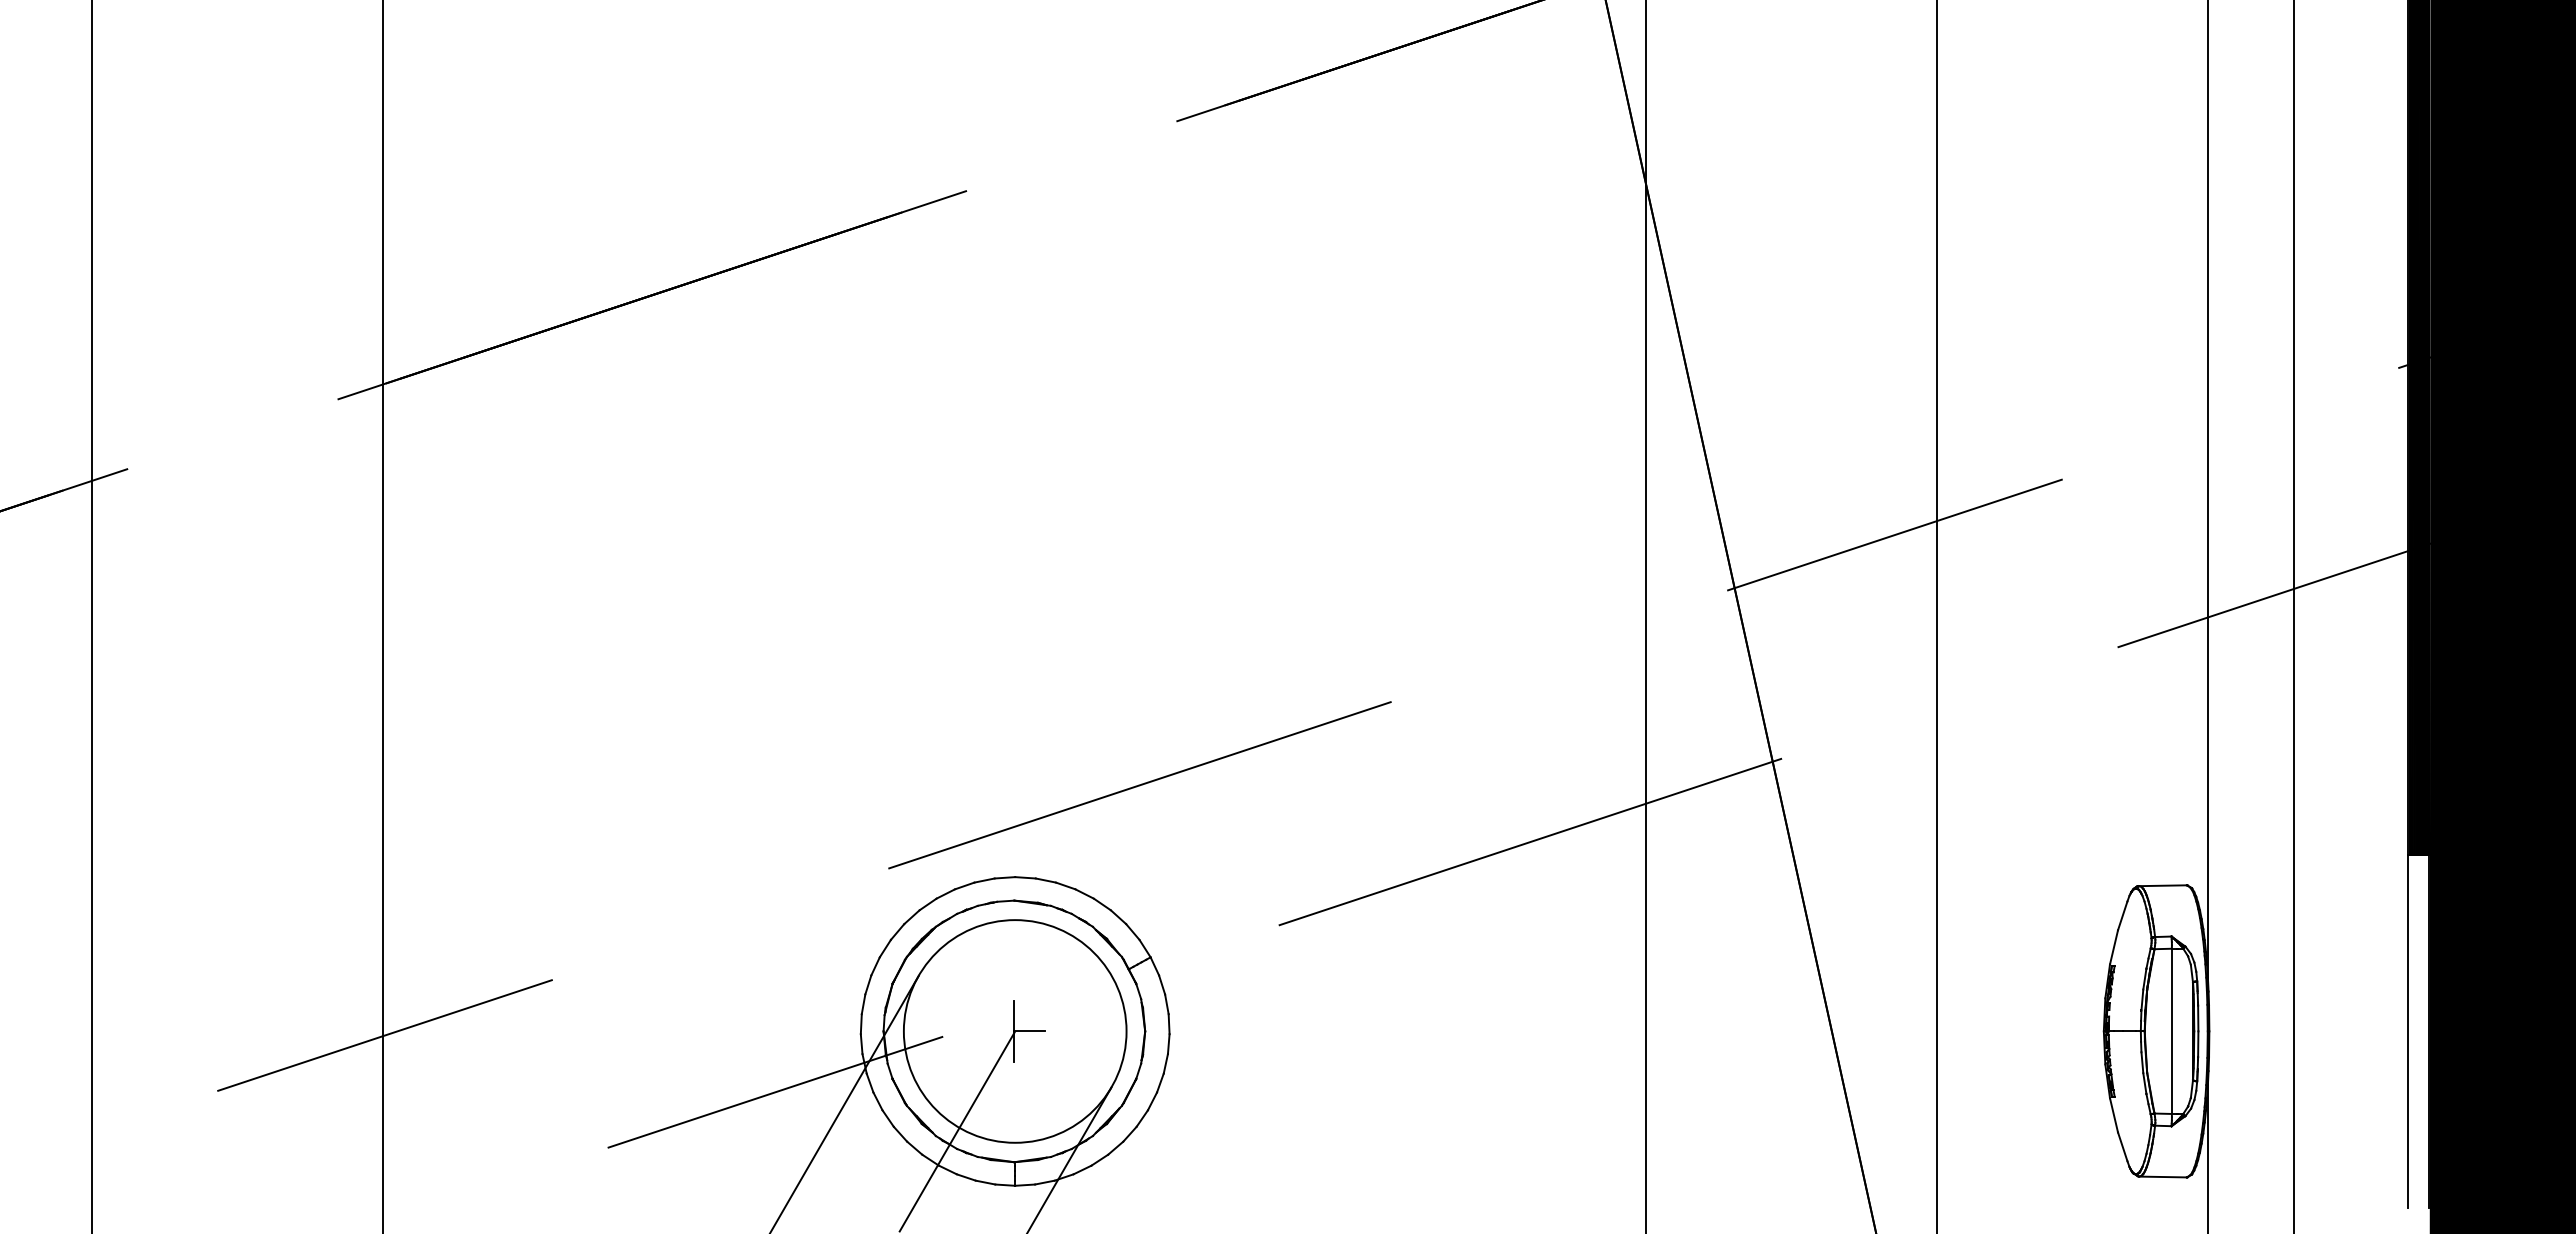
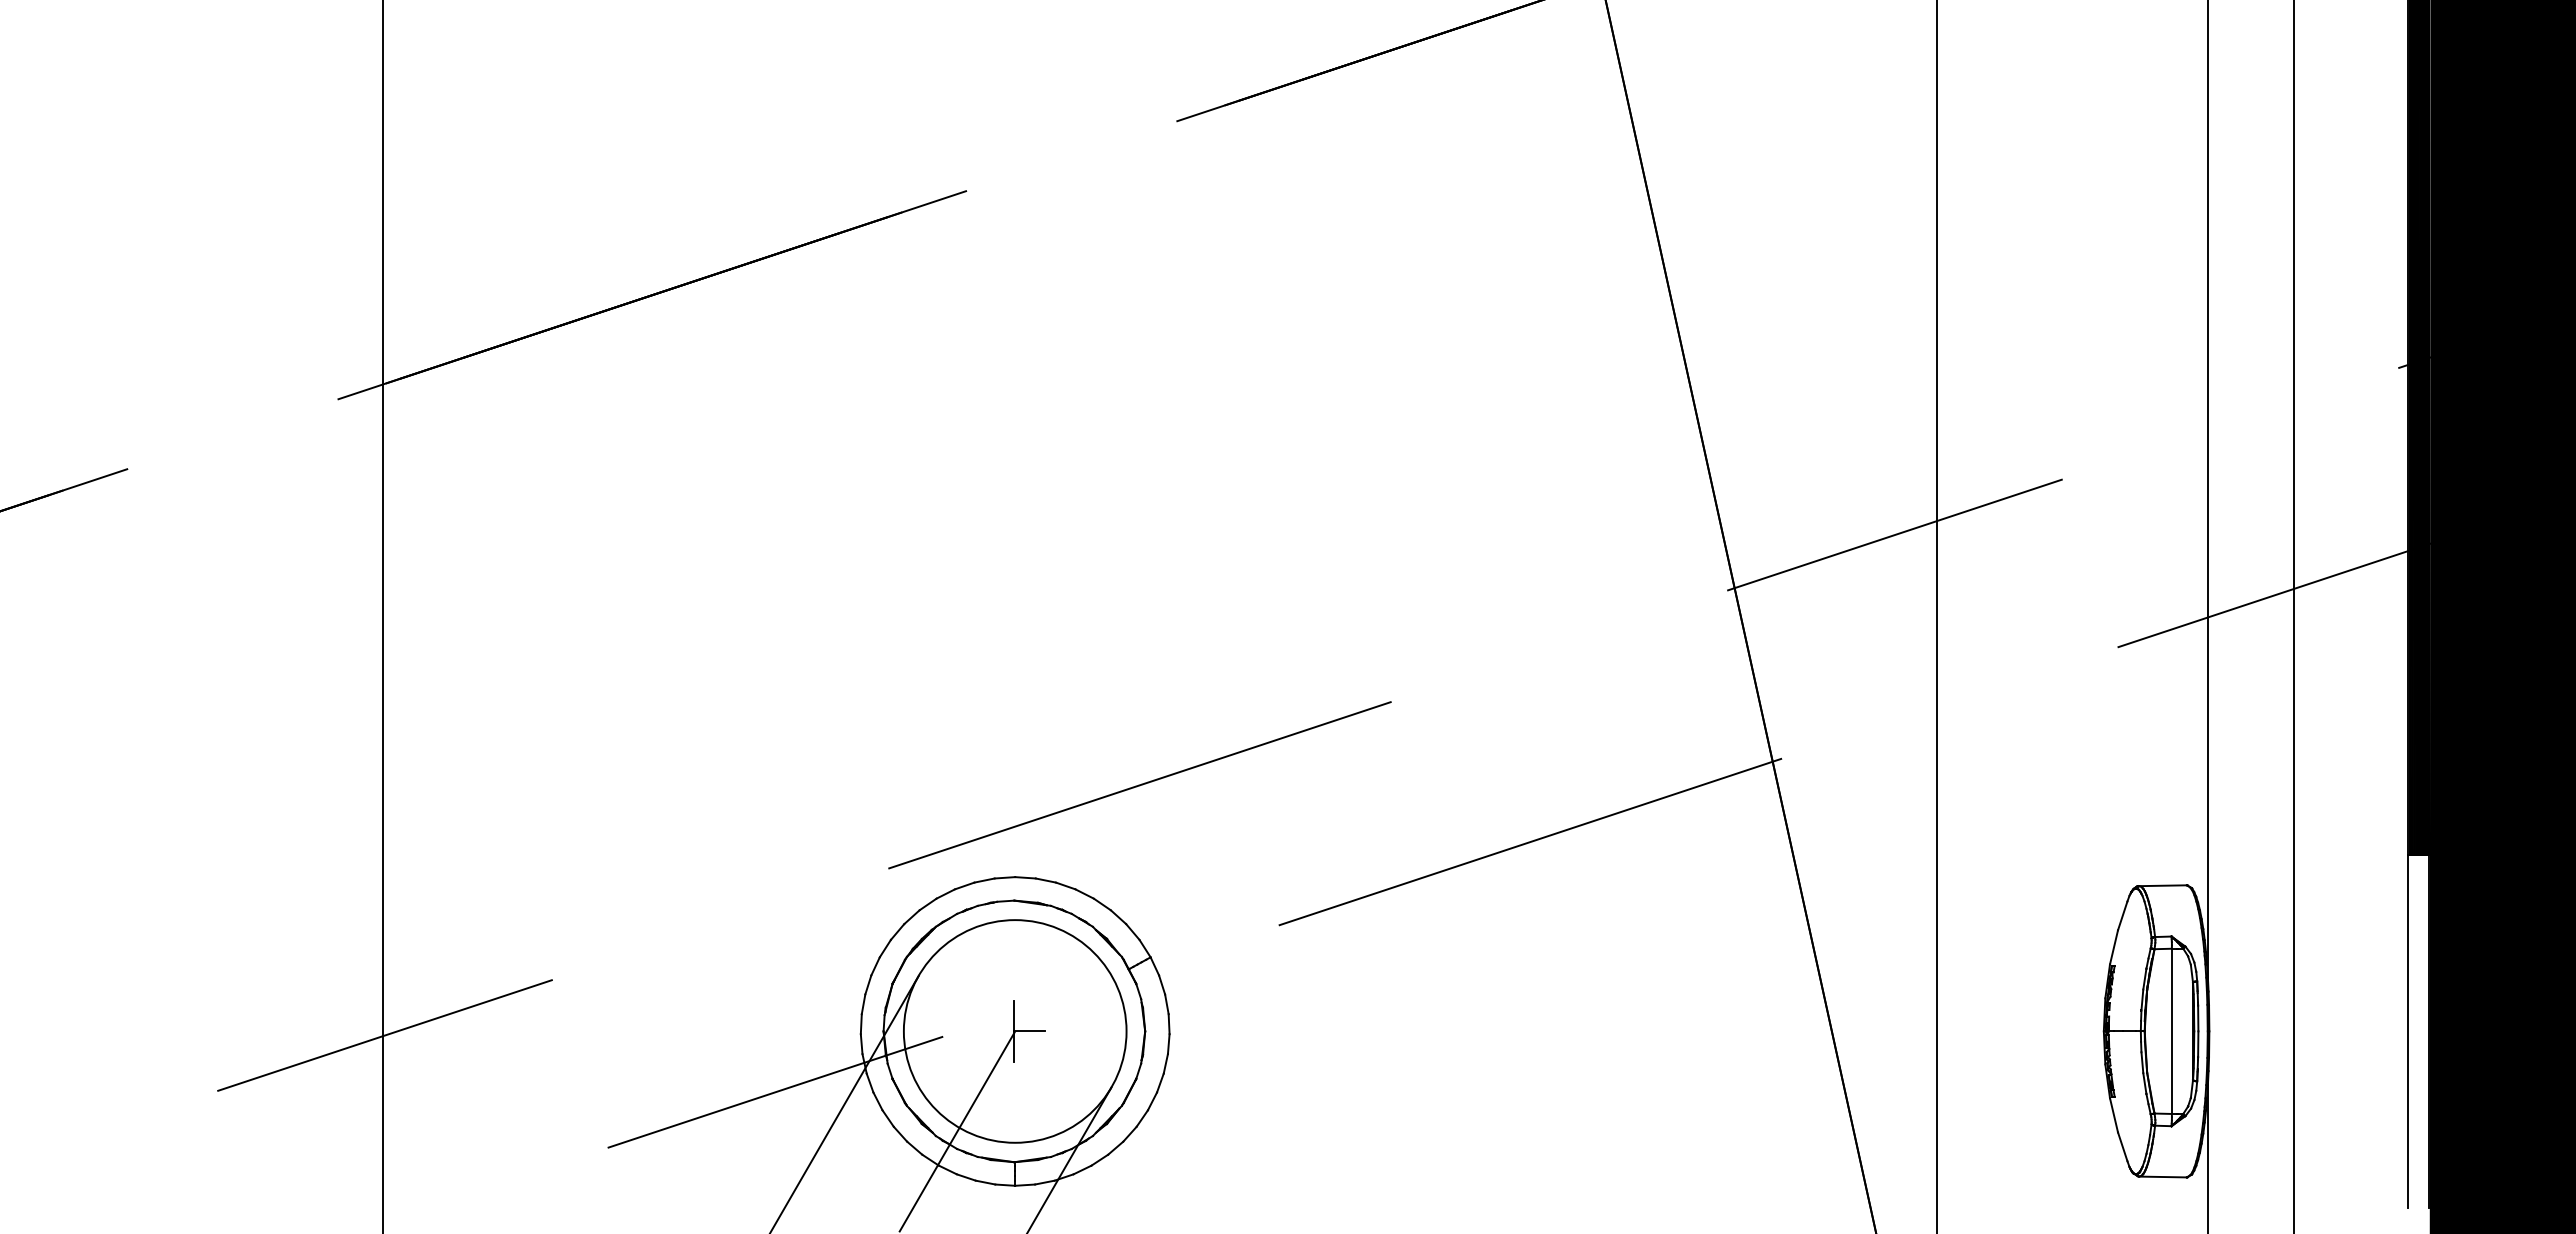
line at (92, 616): present -> none
line at (1646, 616): present -> none
